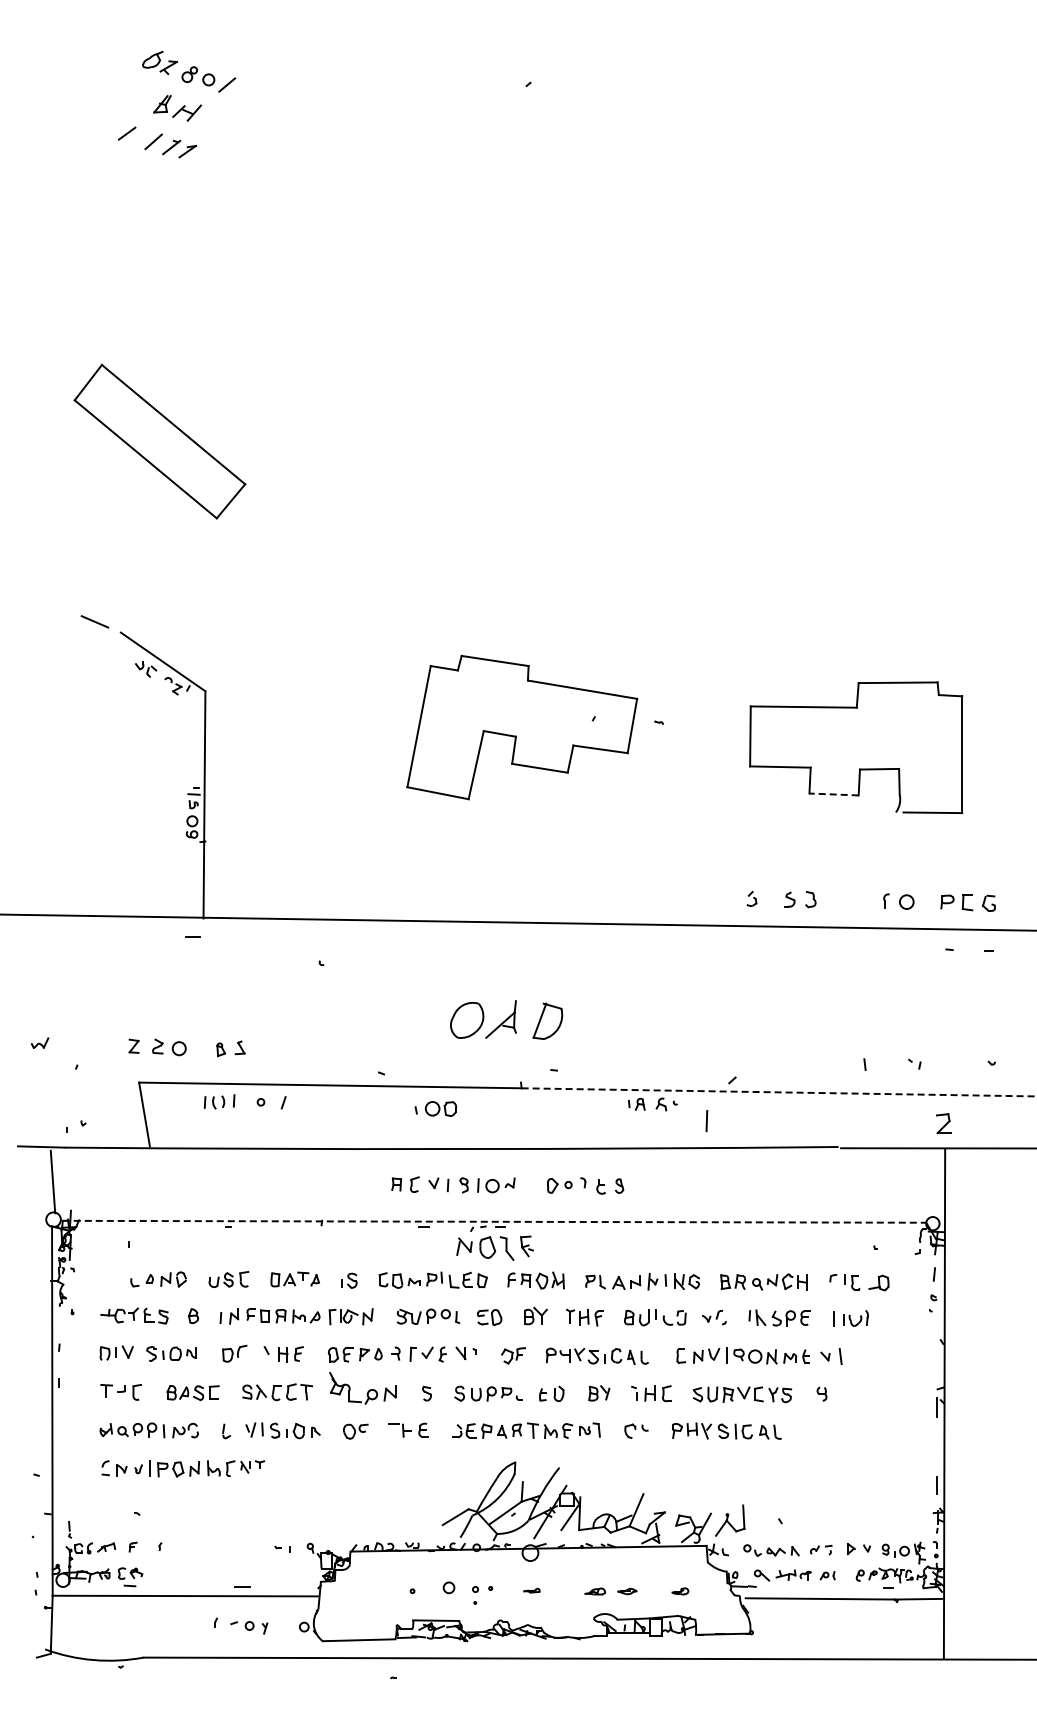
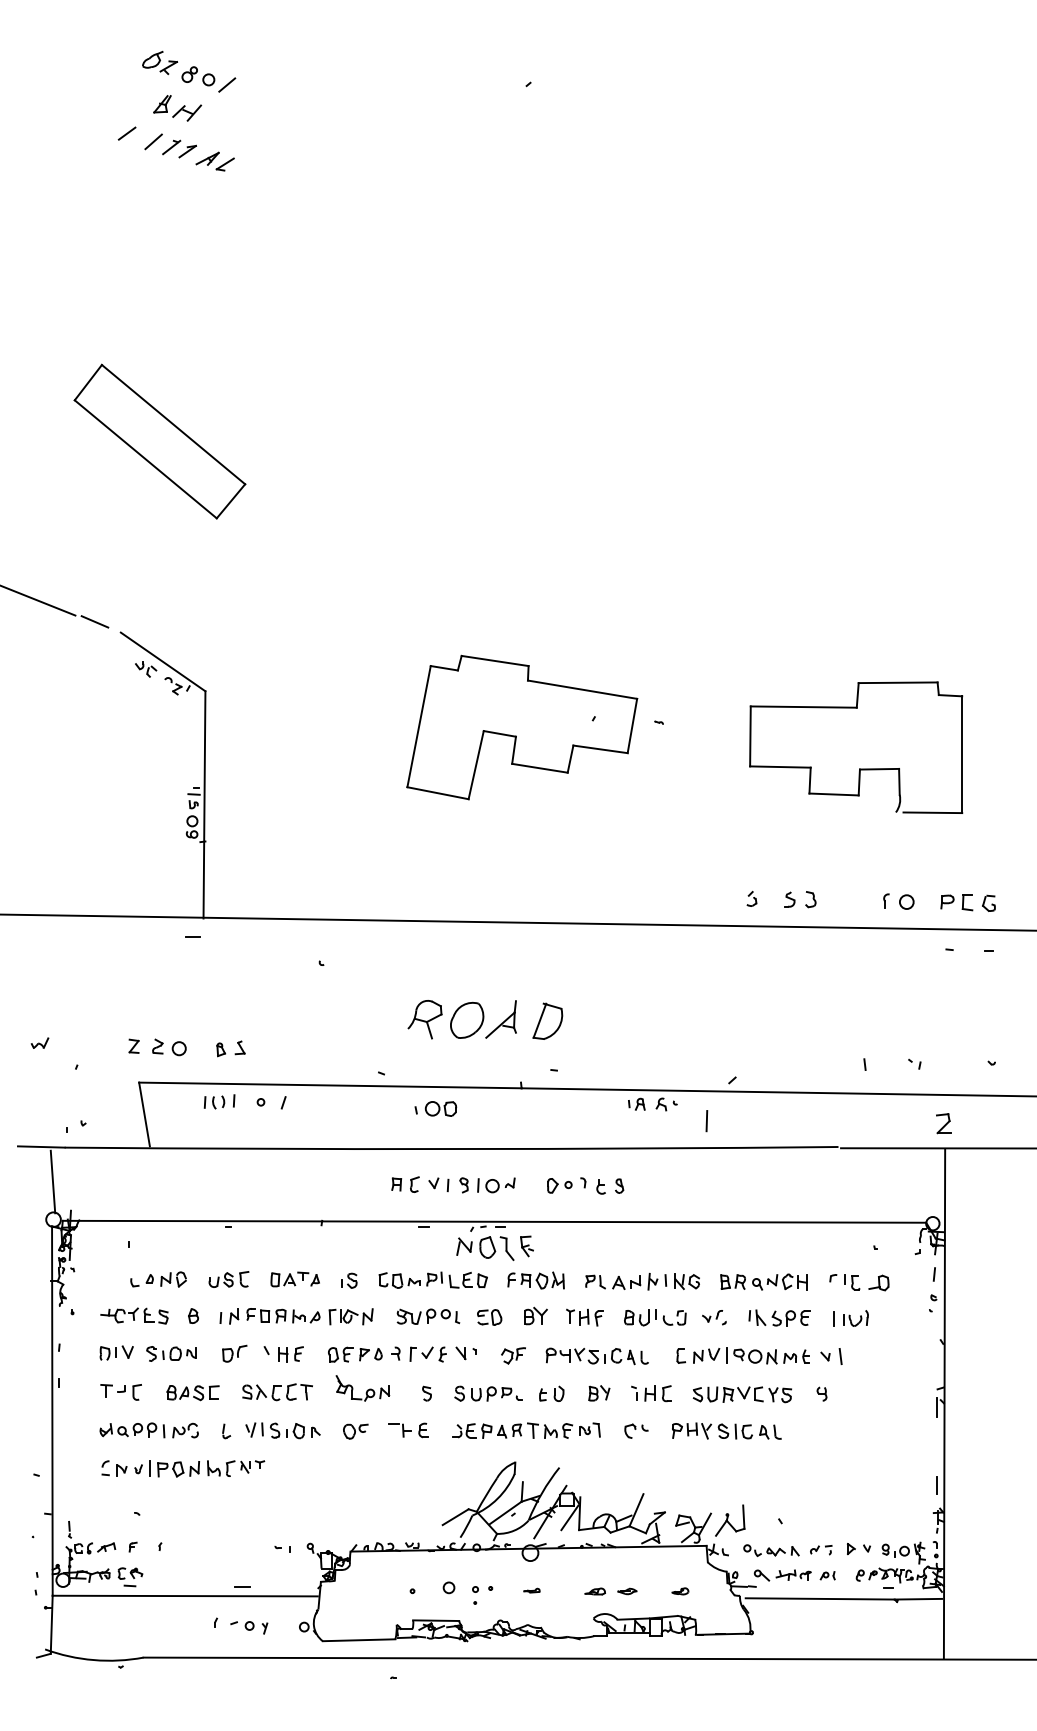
part at (214, 161): none -> present
line at (38, 600): none -> present
line at (834, 794): dashed -> solid
part at (424, 1019): none -> present
line at (779, 1092): dashed -> solid
line at (494, 1221): dashed -> solid
part at (362, 1388) size: 68x33 px -> 56x27 px
